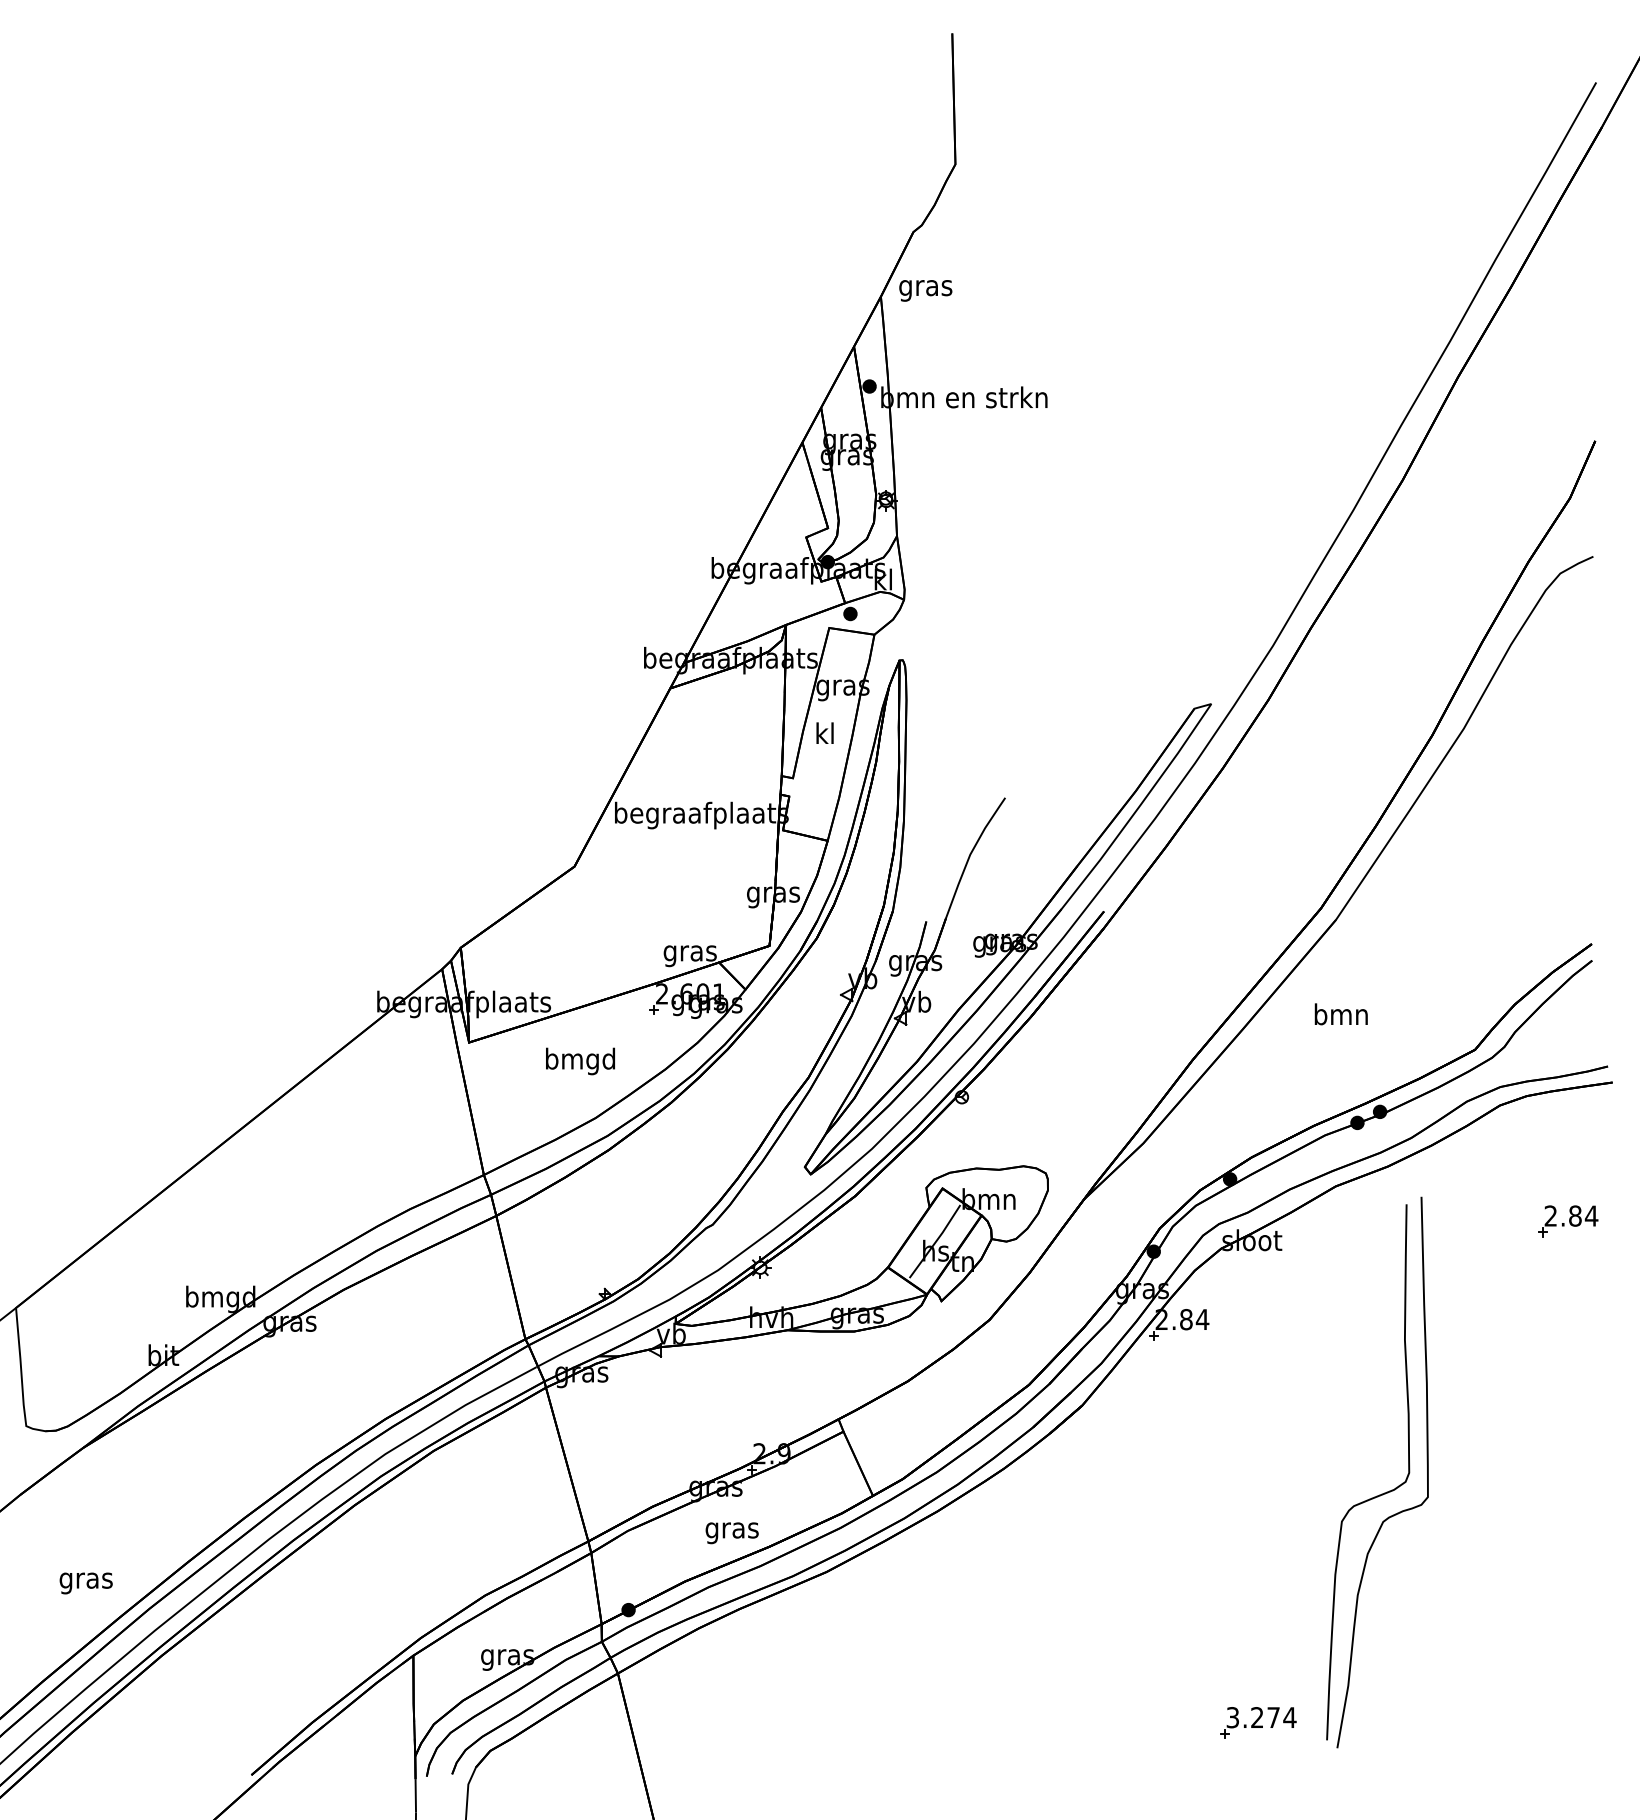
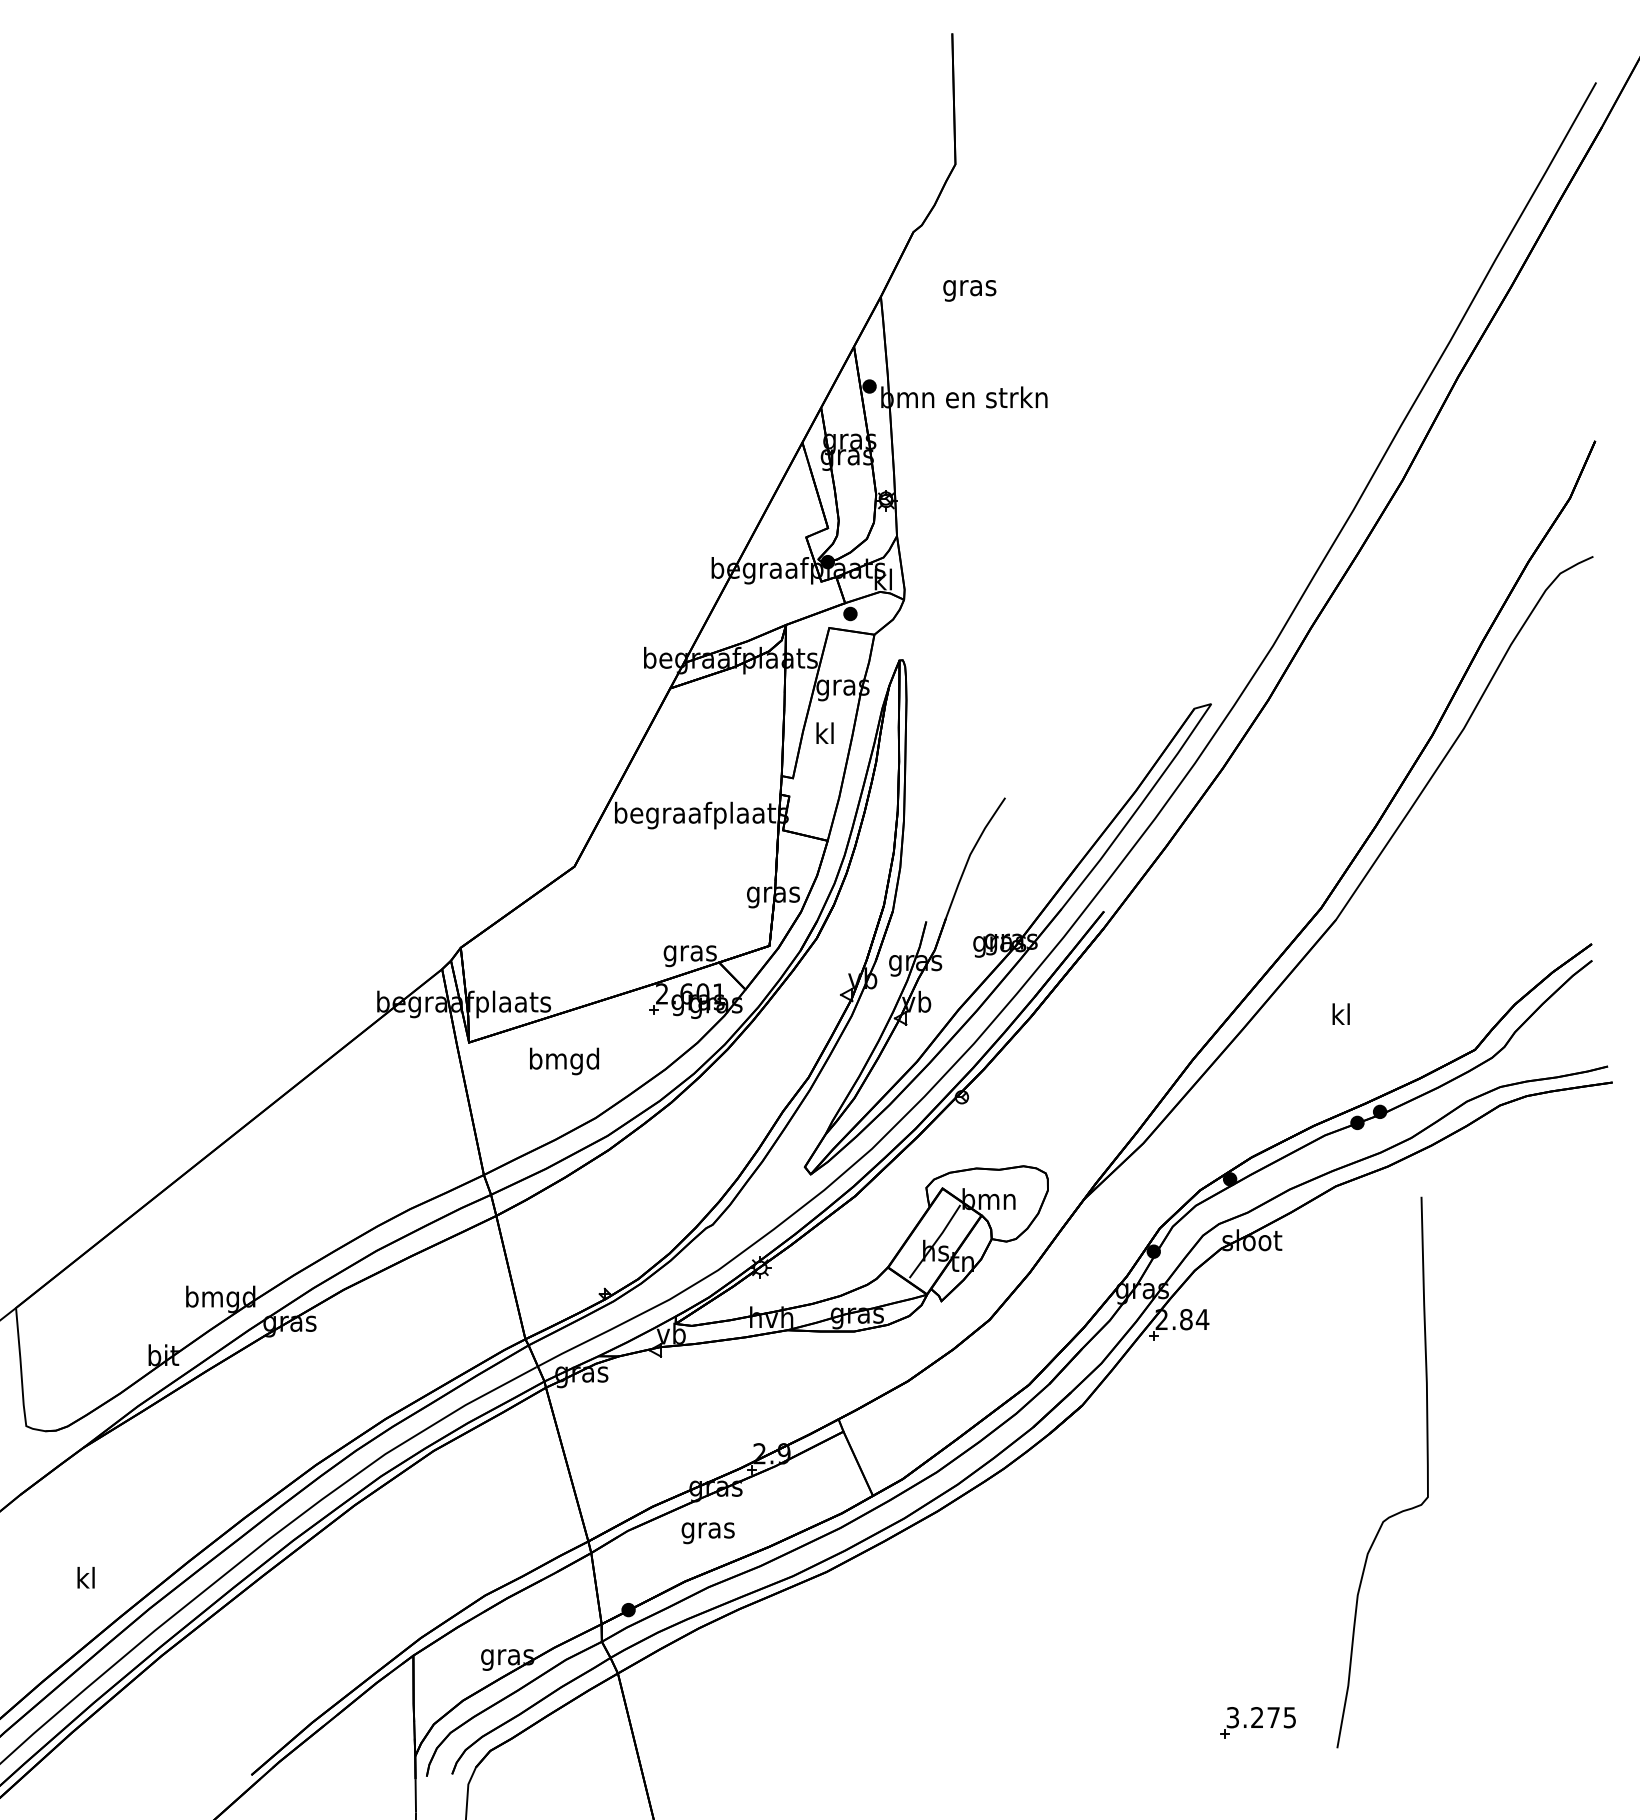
text at (925, 290) position: (925, 290) -> (969, 290)
text at (1340, 1014): bmn -> kl
text at (580, 1061) position: (580, 1061) -> (564, 1061)
part at (1568, 1221): present -> none
curve at (1376, 1495): present -> none
text at (731, 1533) position: (731, 1533) -> (707, 1533)
text at (85, 1580): gras -> kl
text at (1289, 1717): 3.274 -> 3.275
